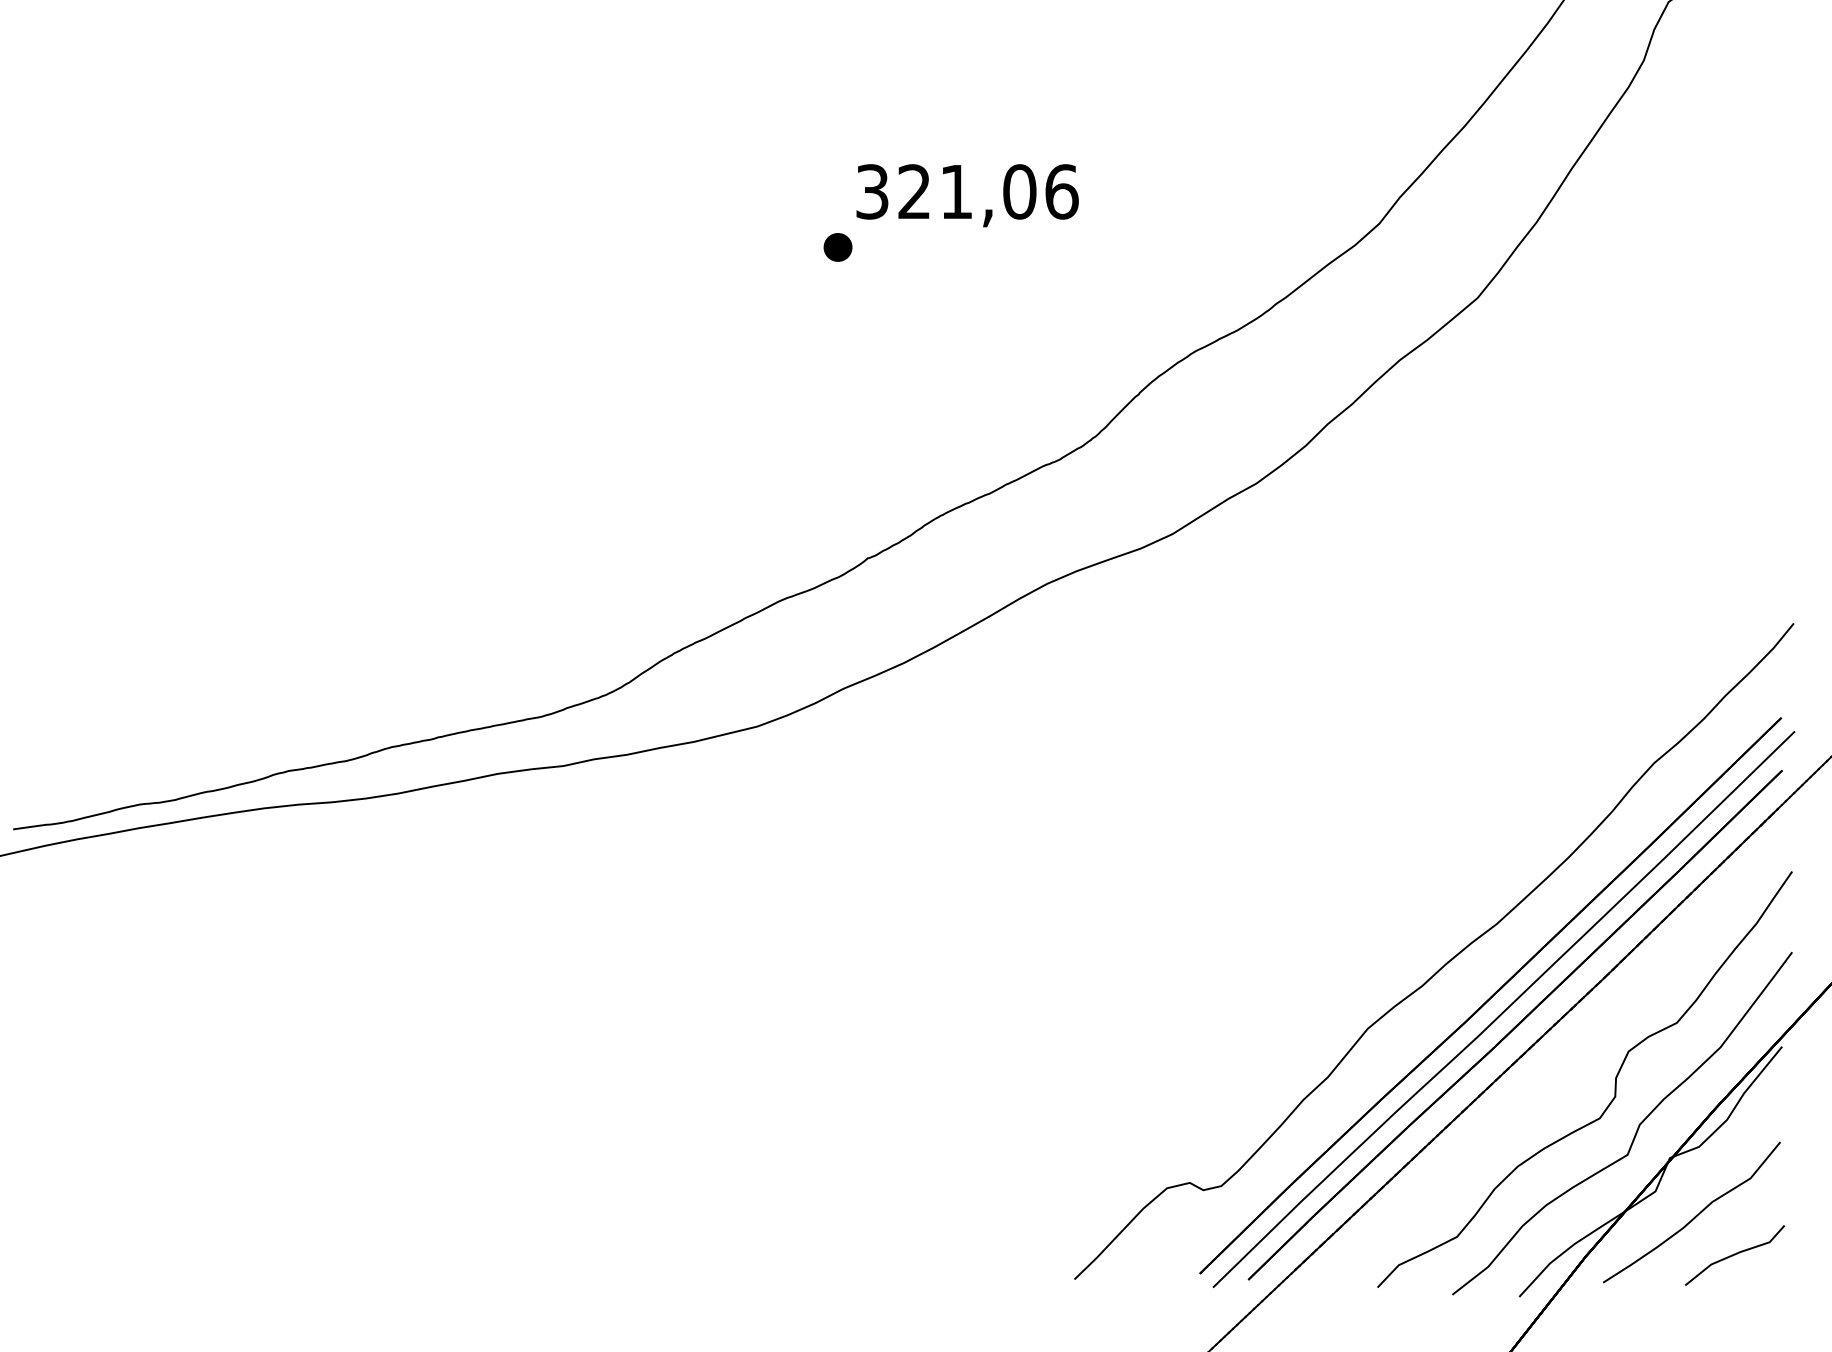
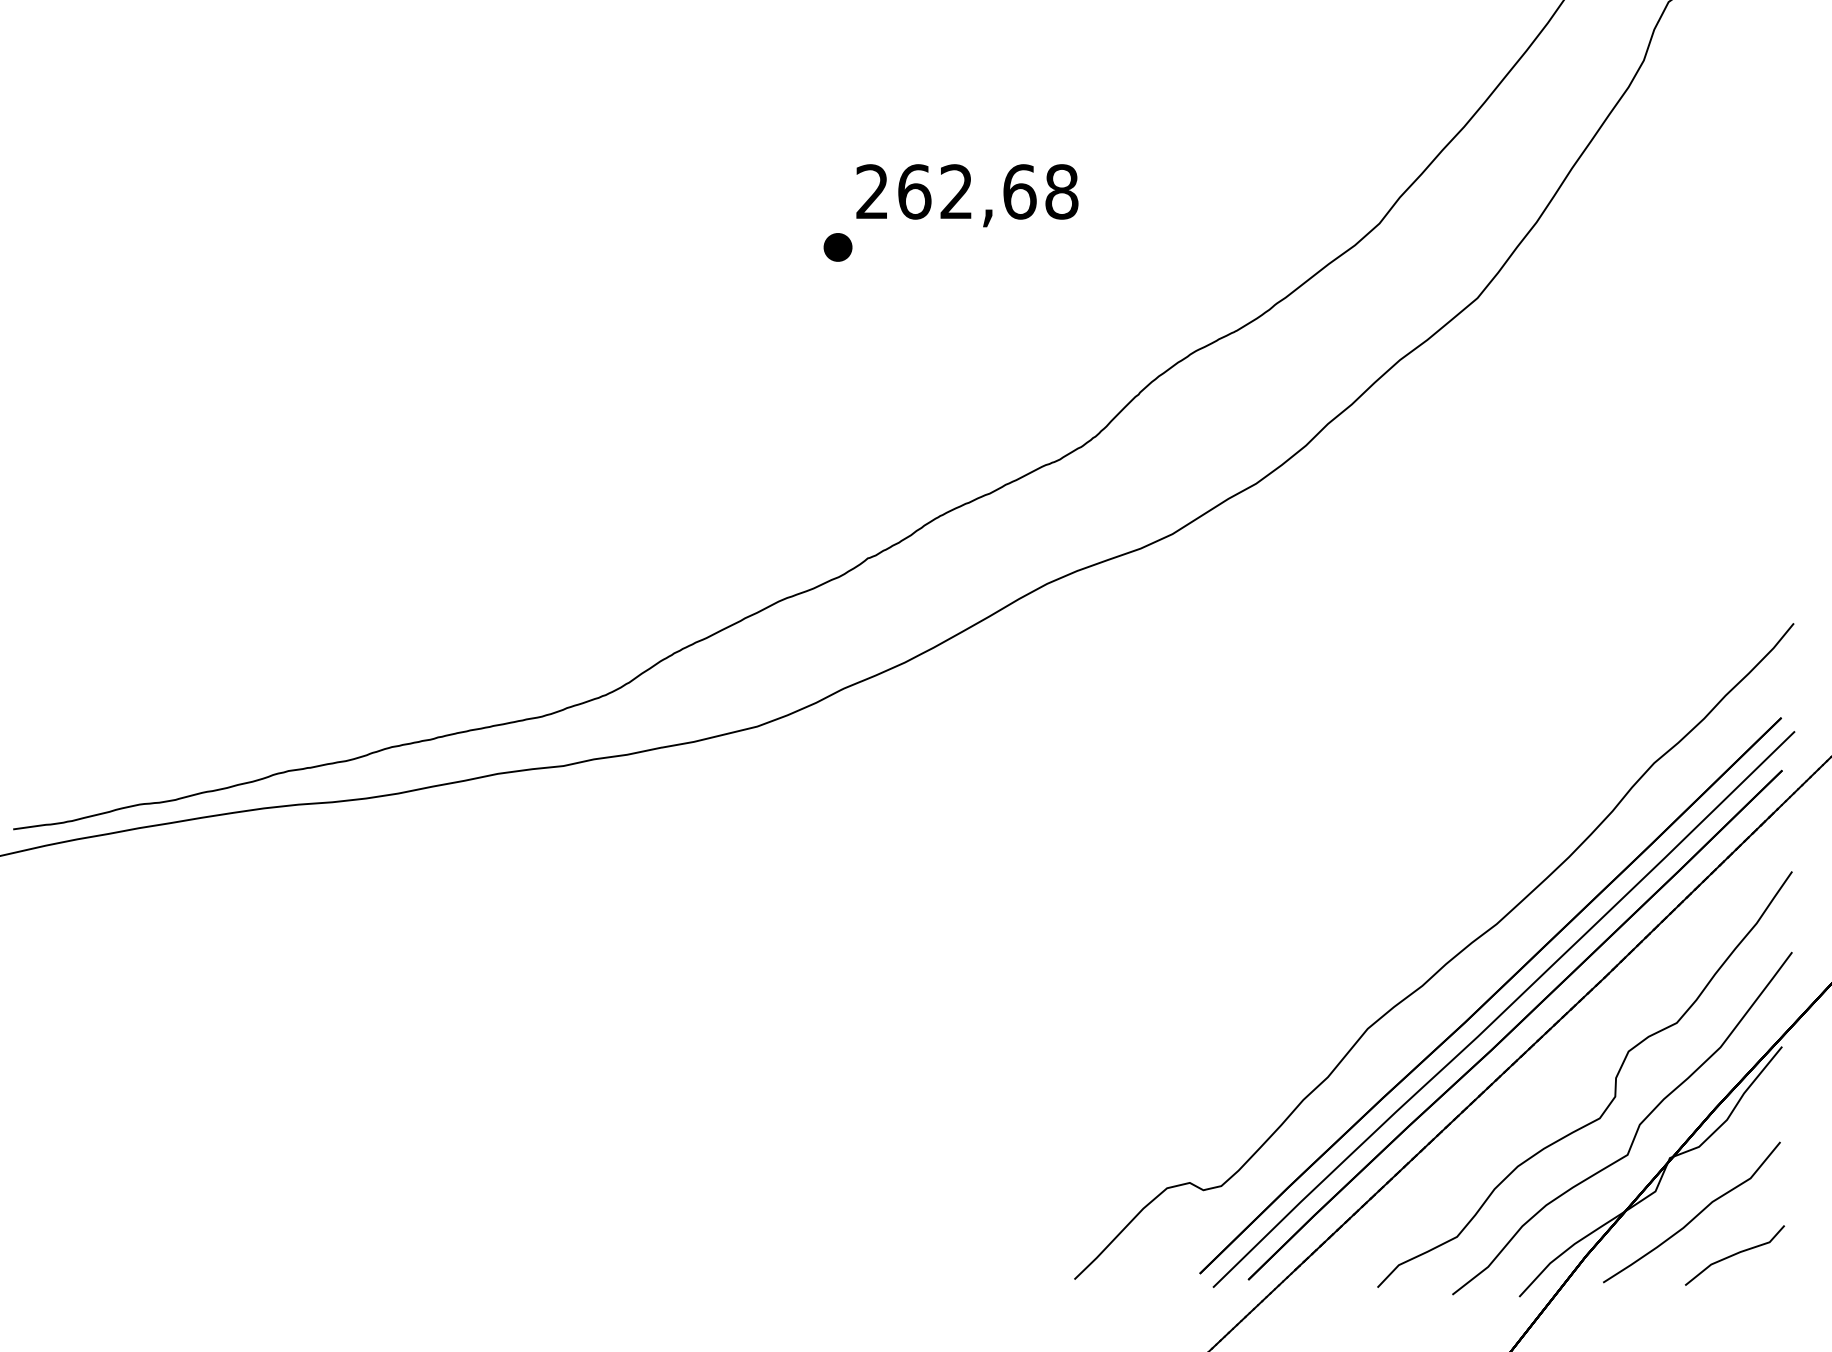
text at (967, 191): 321,06 -> 262,68
